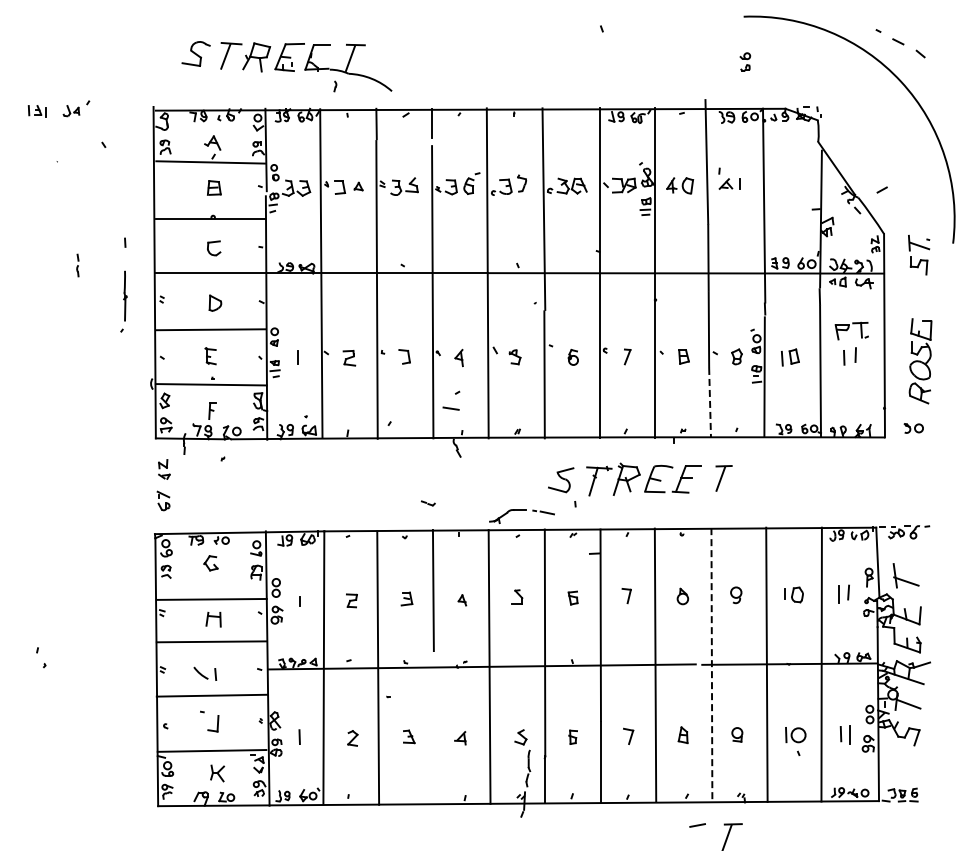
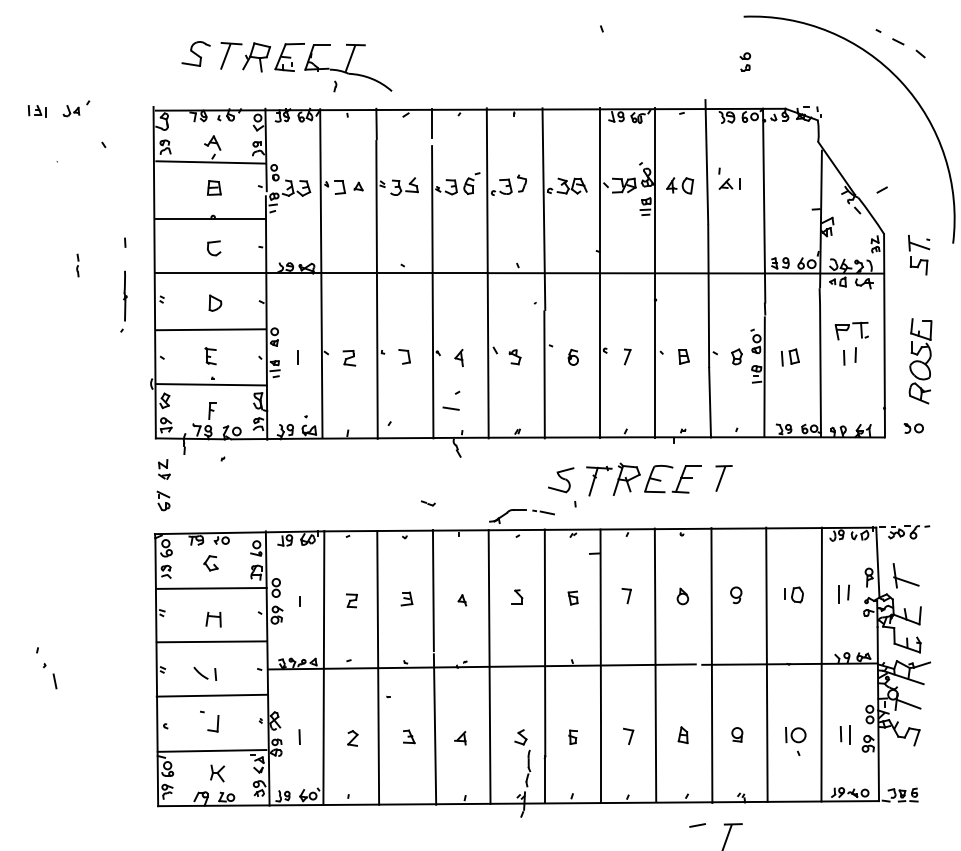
line at (710, 402): dashed -> solid
line at (211, 598) position: (211, 598) -> (211, 587)
line at (711, 666): dashed -> solid
line at (54, 681): none -> present
line at (434, 729): none -> present
